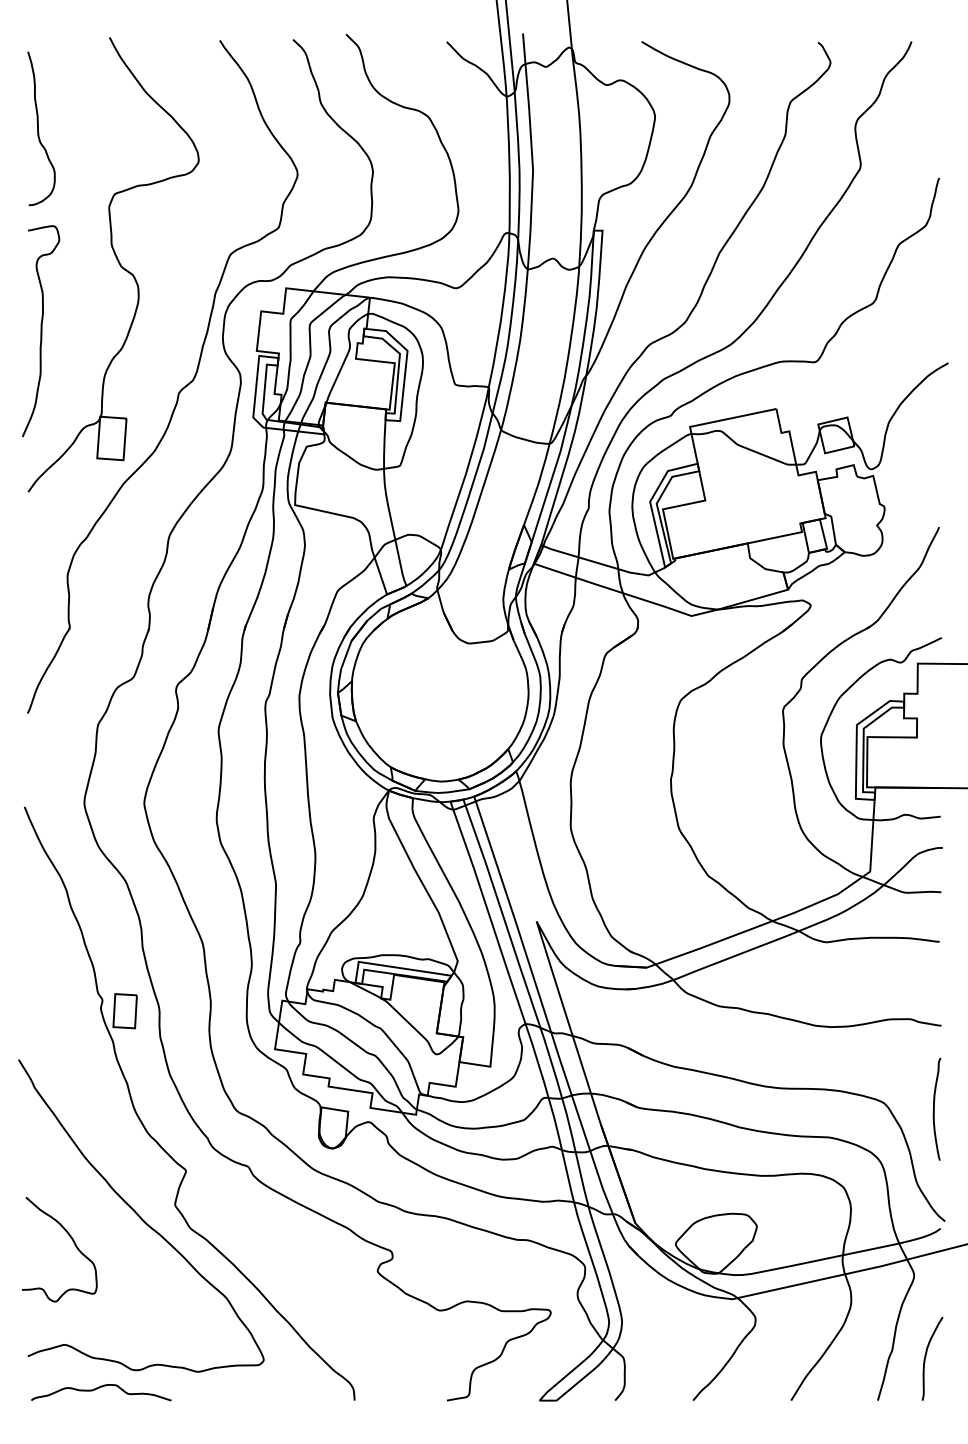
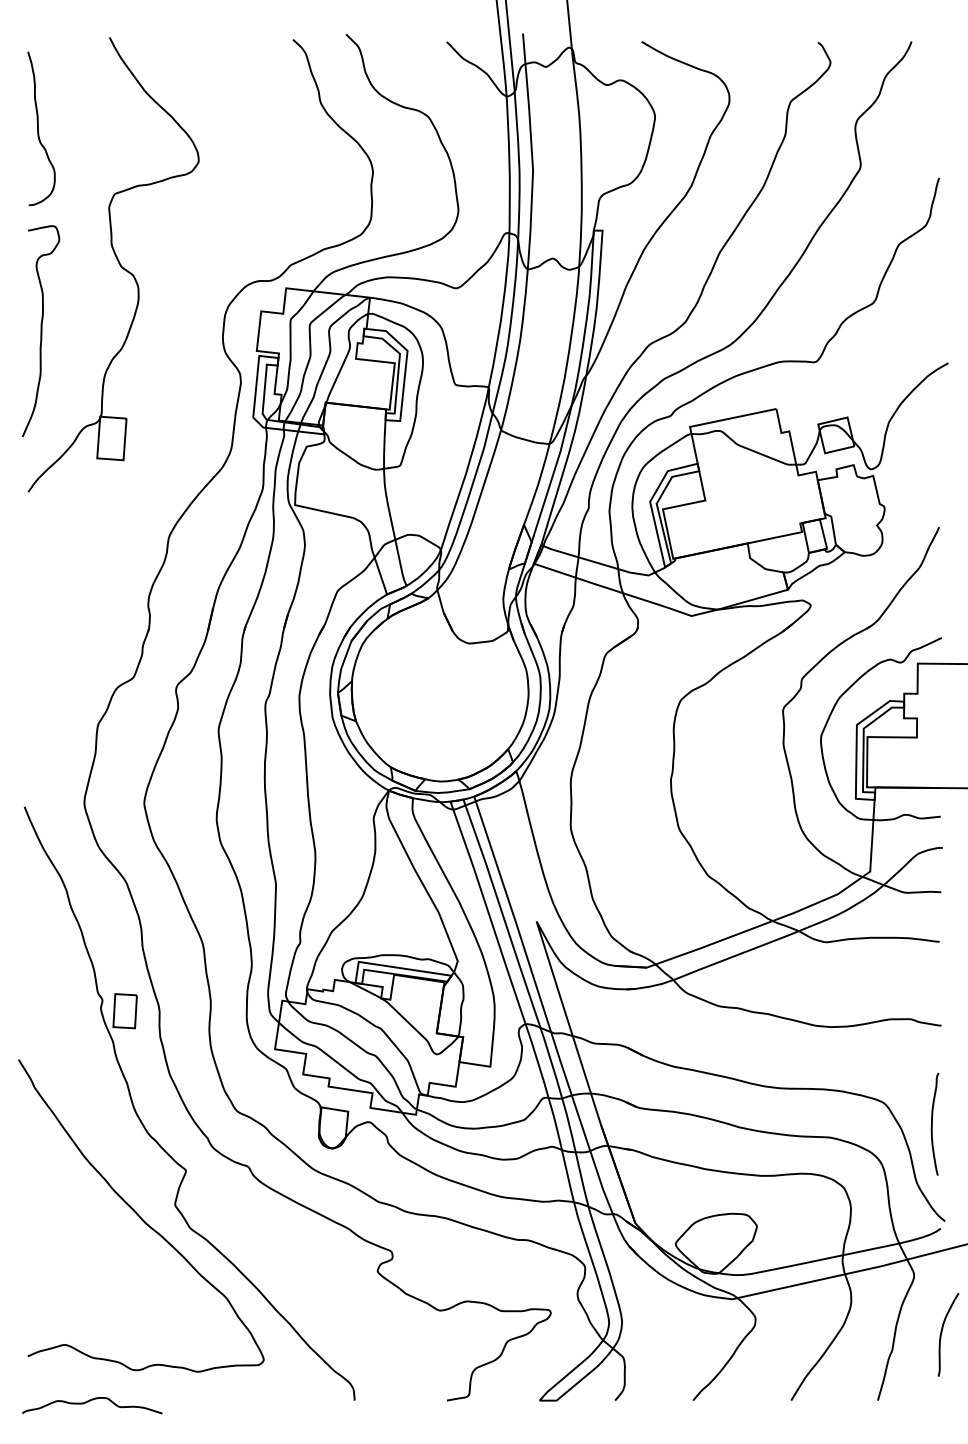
part at (179, 390): present -> none
curve at (934, 1109) position: (934, 1109) -> (932, 1124)
curve at (73, 1243): present -> none
curve at (926, 1356) position: (926, 1356) -> (942, 1332)
curve at (99, 1388) position: (99, 1388) -> (90, 1401)
